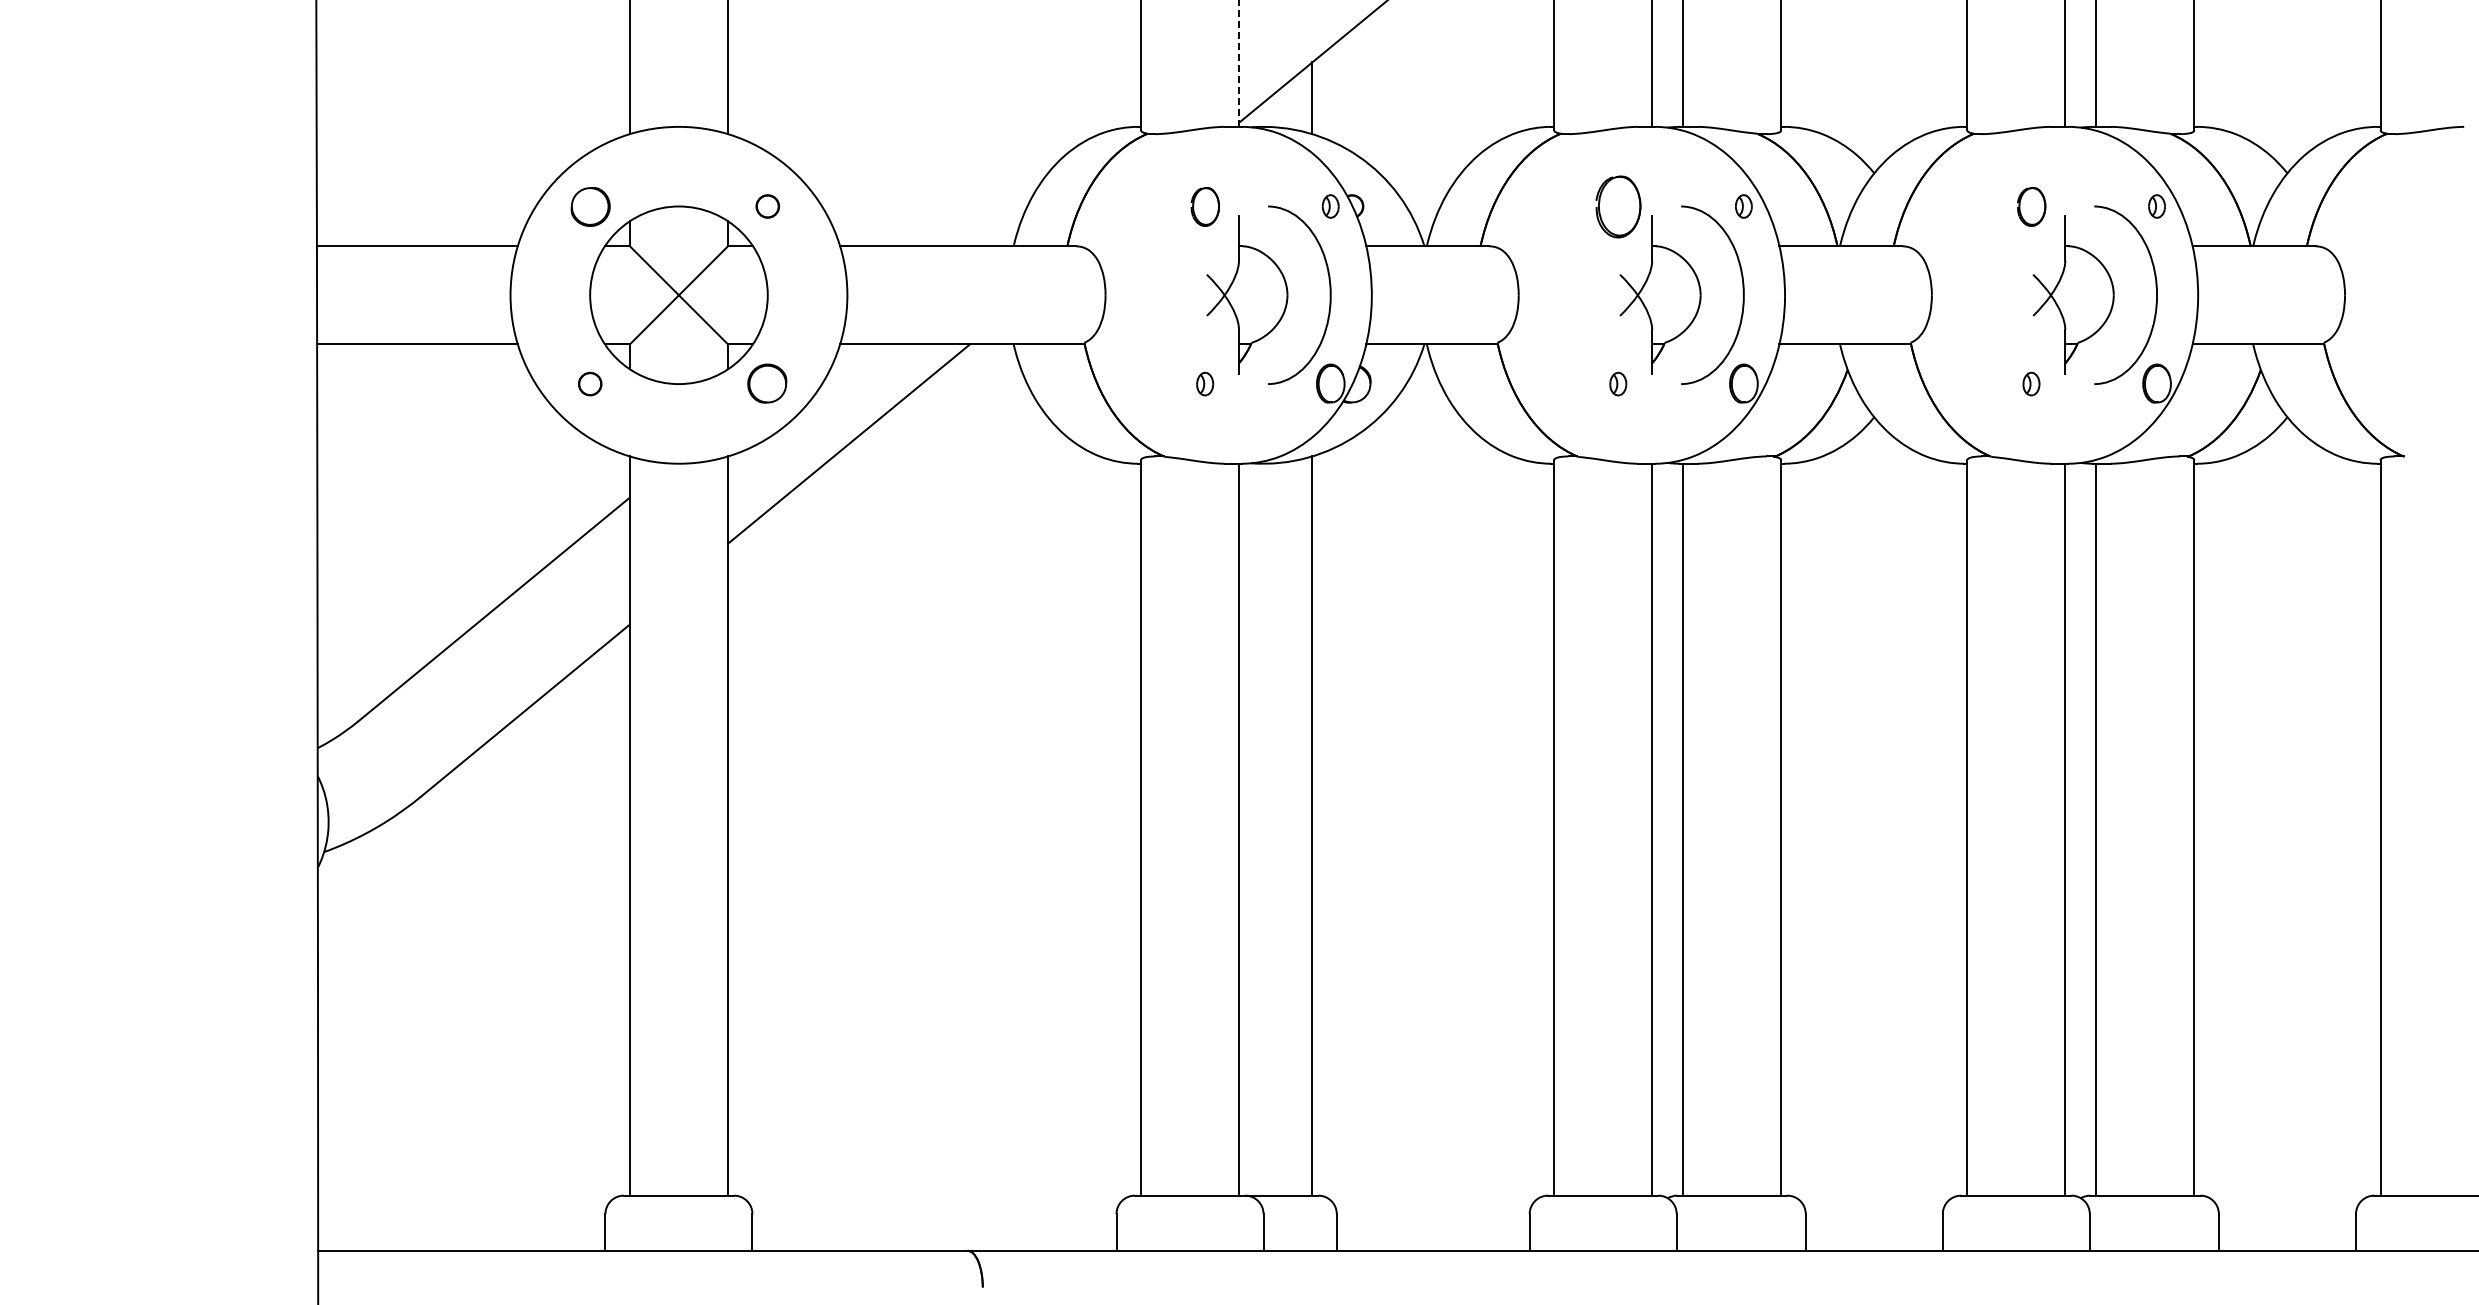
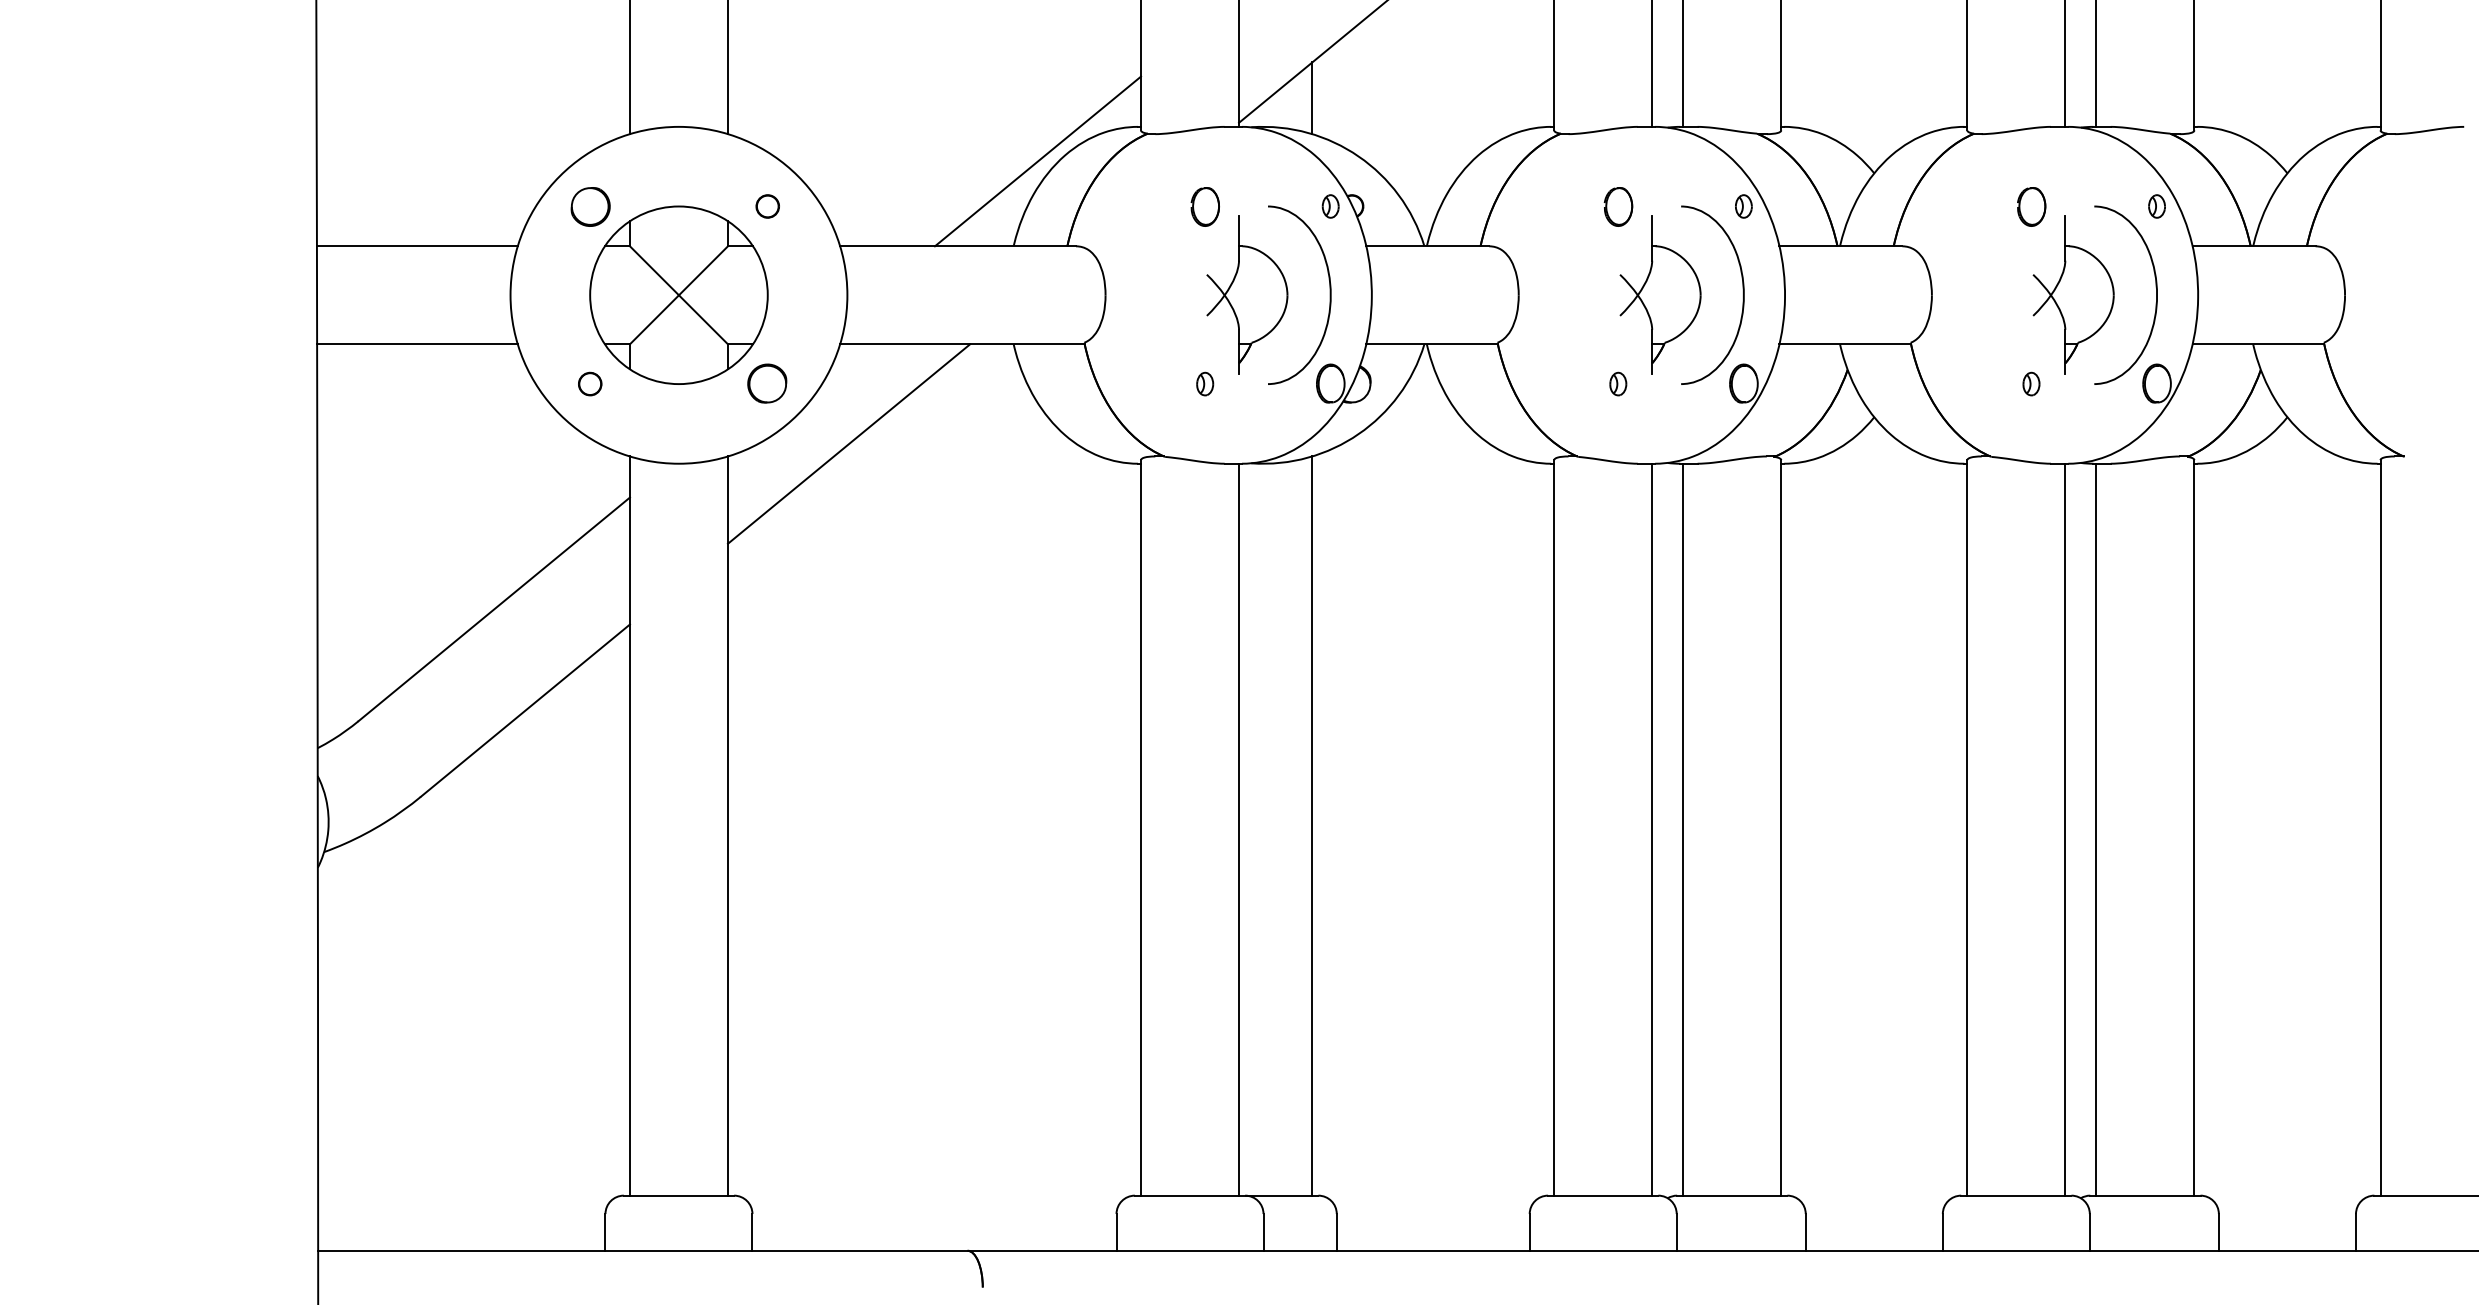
line at (1239, 63): dashed -> solid
line at (1037, 161): none -> present
part at (1618, 206) size: 47x64 px -> 31x40 px
